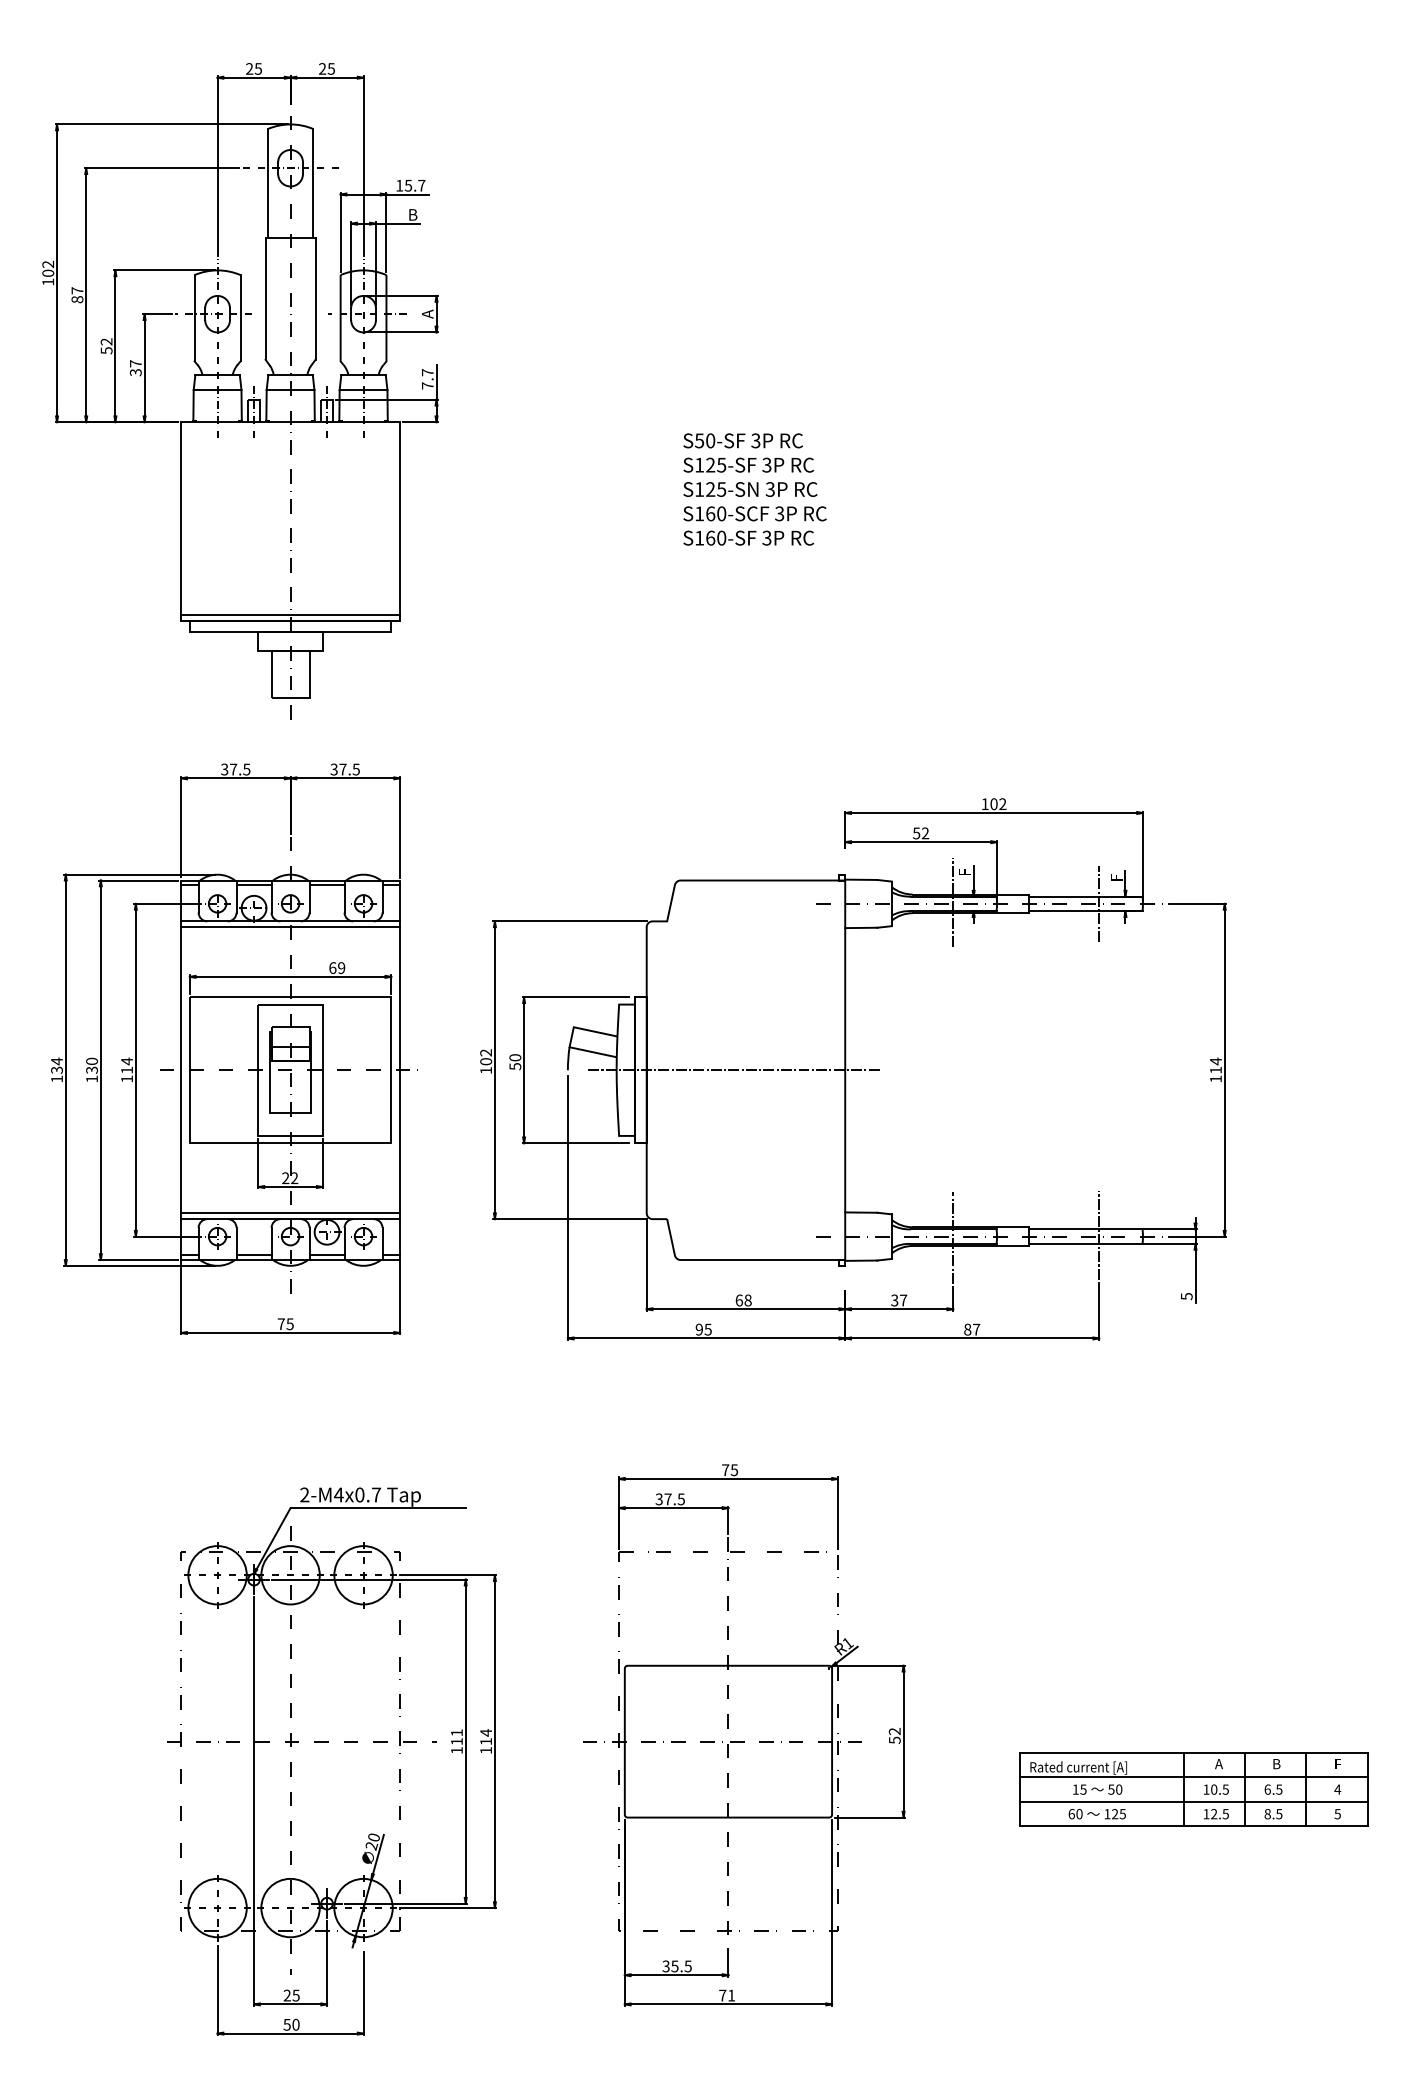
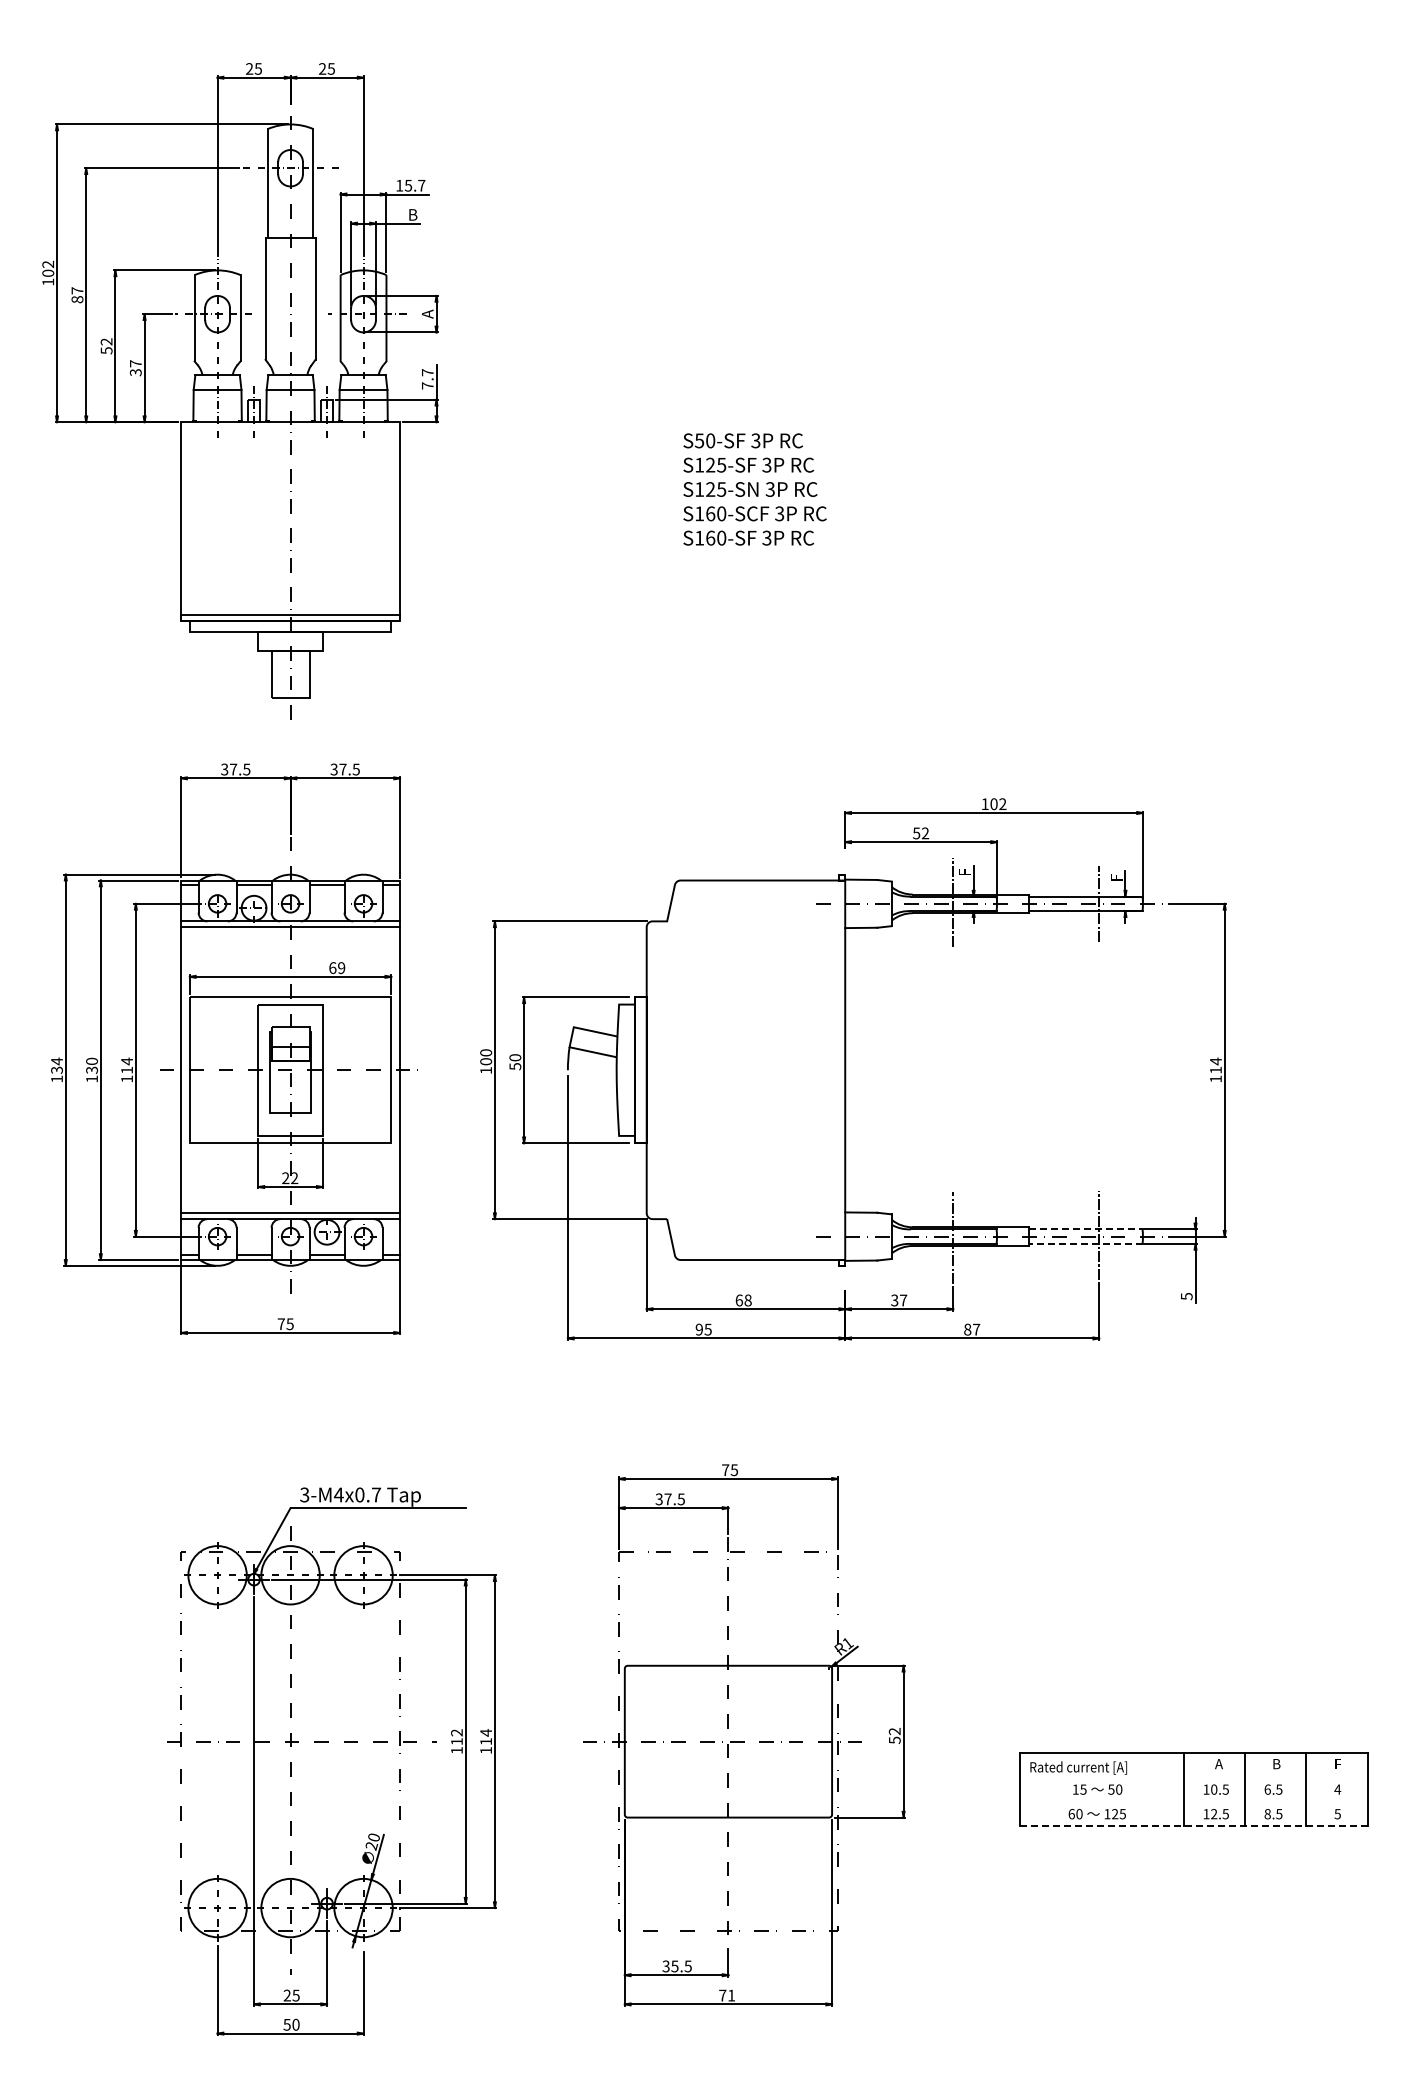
text at (486, 1052): 102 -> 100
line at (734, 1070): present -> none
line at (1085, 1229): solid -> dashed
line at (1085, 1243): solid -> dashed
text at (304, 1495): 2-M4x0.7 -> 3-M4x0.7
text at (456, 1732): 111 -> 112
line at (1193, 1777): present -> none
line at (1193, 1801): present -> none
line at (1194, 1826): solid -> dashed
